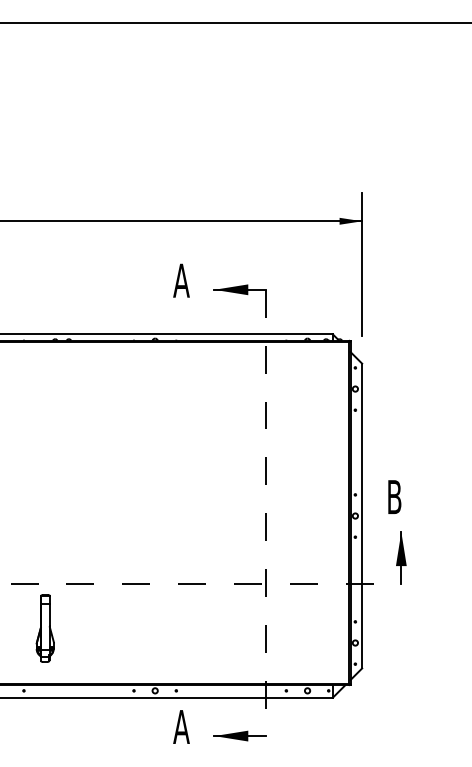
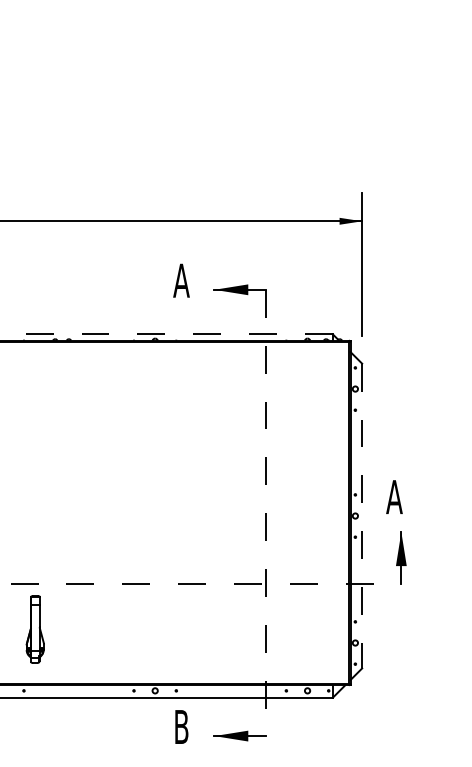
line at (235, 23): present -> none
line at (166, 334): solid -> dashed
text at (394, 496): B -> A
line at (362, 516): solid -> dashed
part at (44, 628) position: (44, 628) -> (34, 629)
text at (181, 726): A -> B
